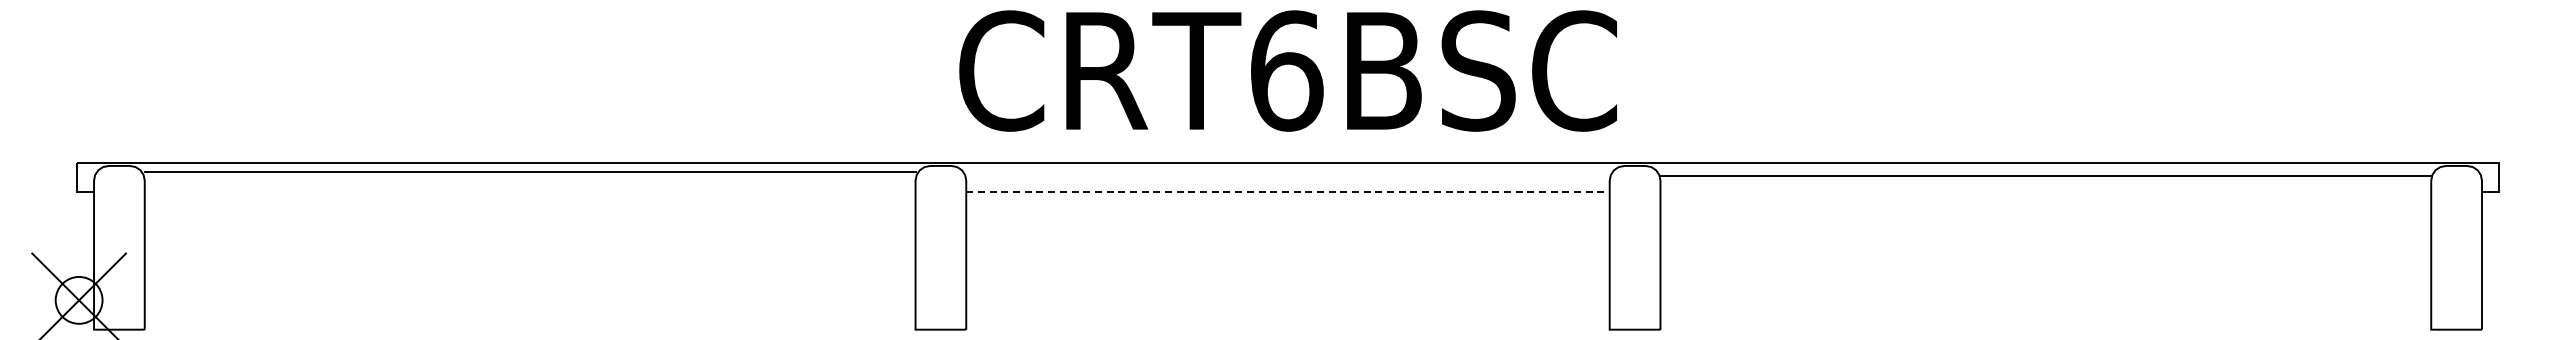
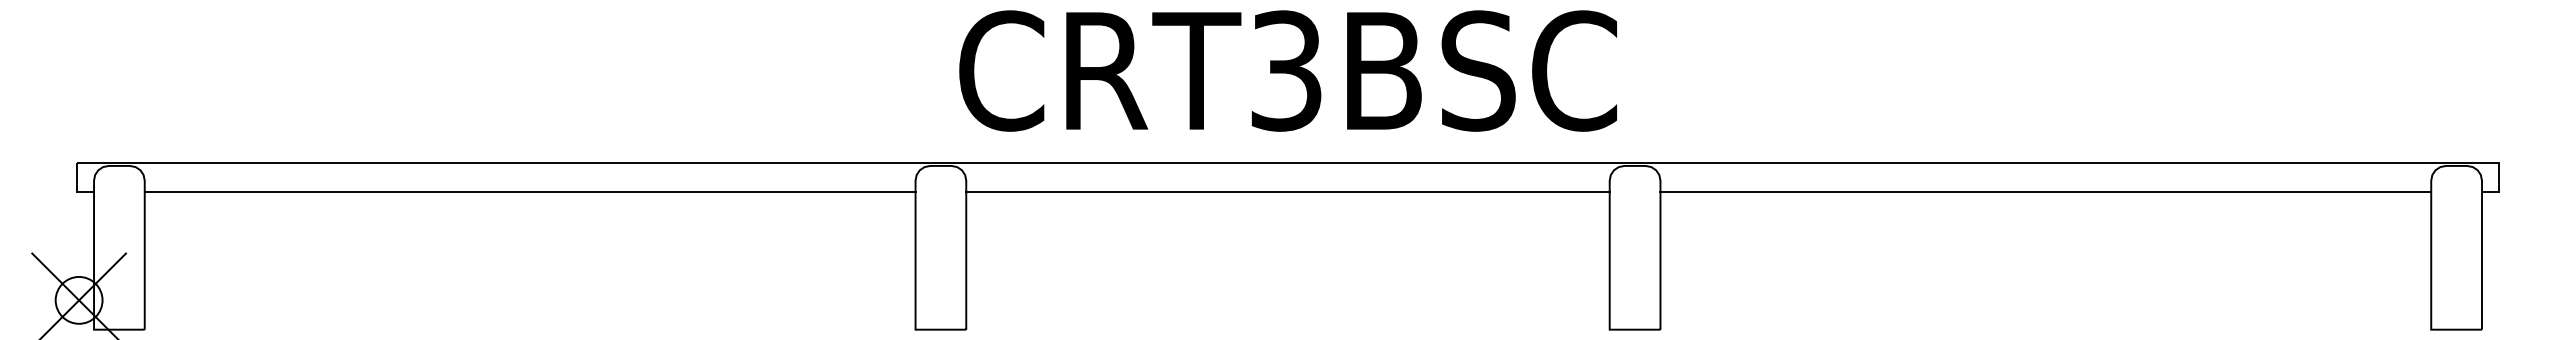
text at (1287, 70): CRT6BSC -> CRT3BSC
line at (529, 172) position: (529, 172) -> (529, 192)
line at (2045, 176) position: (2045, 176) -> (2045, 192)
line at (1287, 192): dashed -> solid
